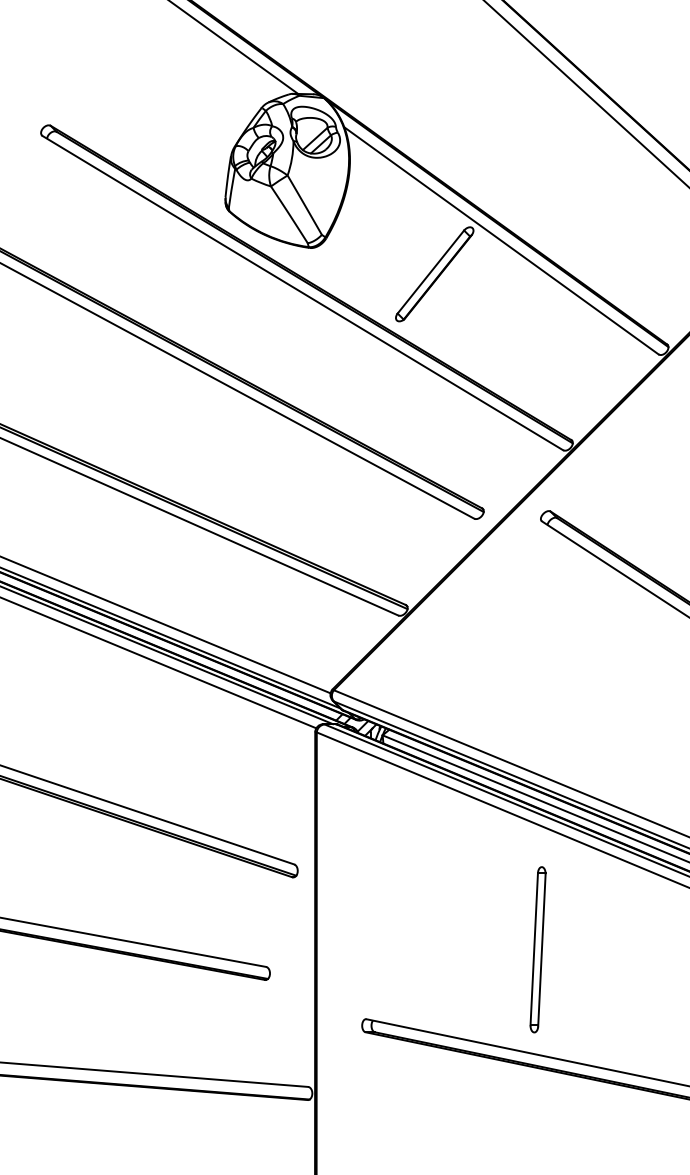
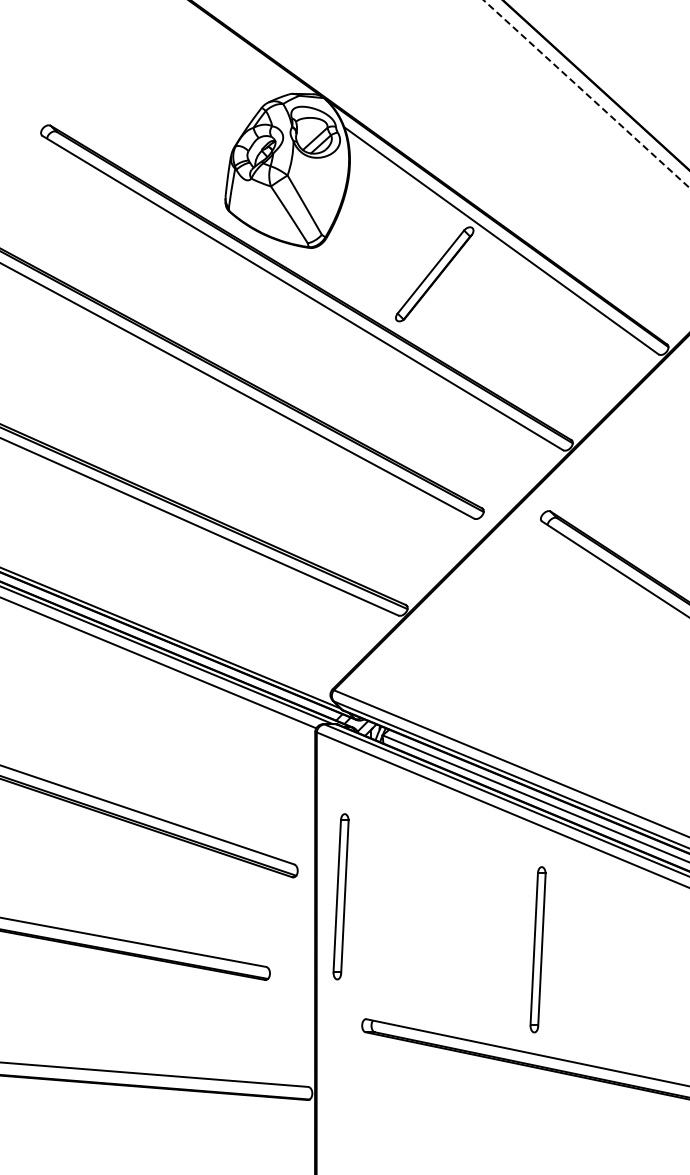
line at (234, 47): present -> none
line at (586, 94): solid -> dashed
line at (166, 625): present -> none
part at (340, 896): none -> present
